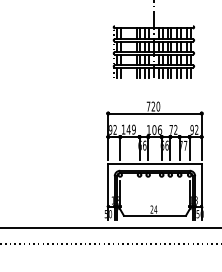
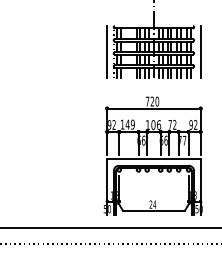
line at (107, 52): none -> present
line at (200, 52): none -> present
part at (153, 160) position: (153, 160) -> (152, 155)
